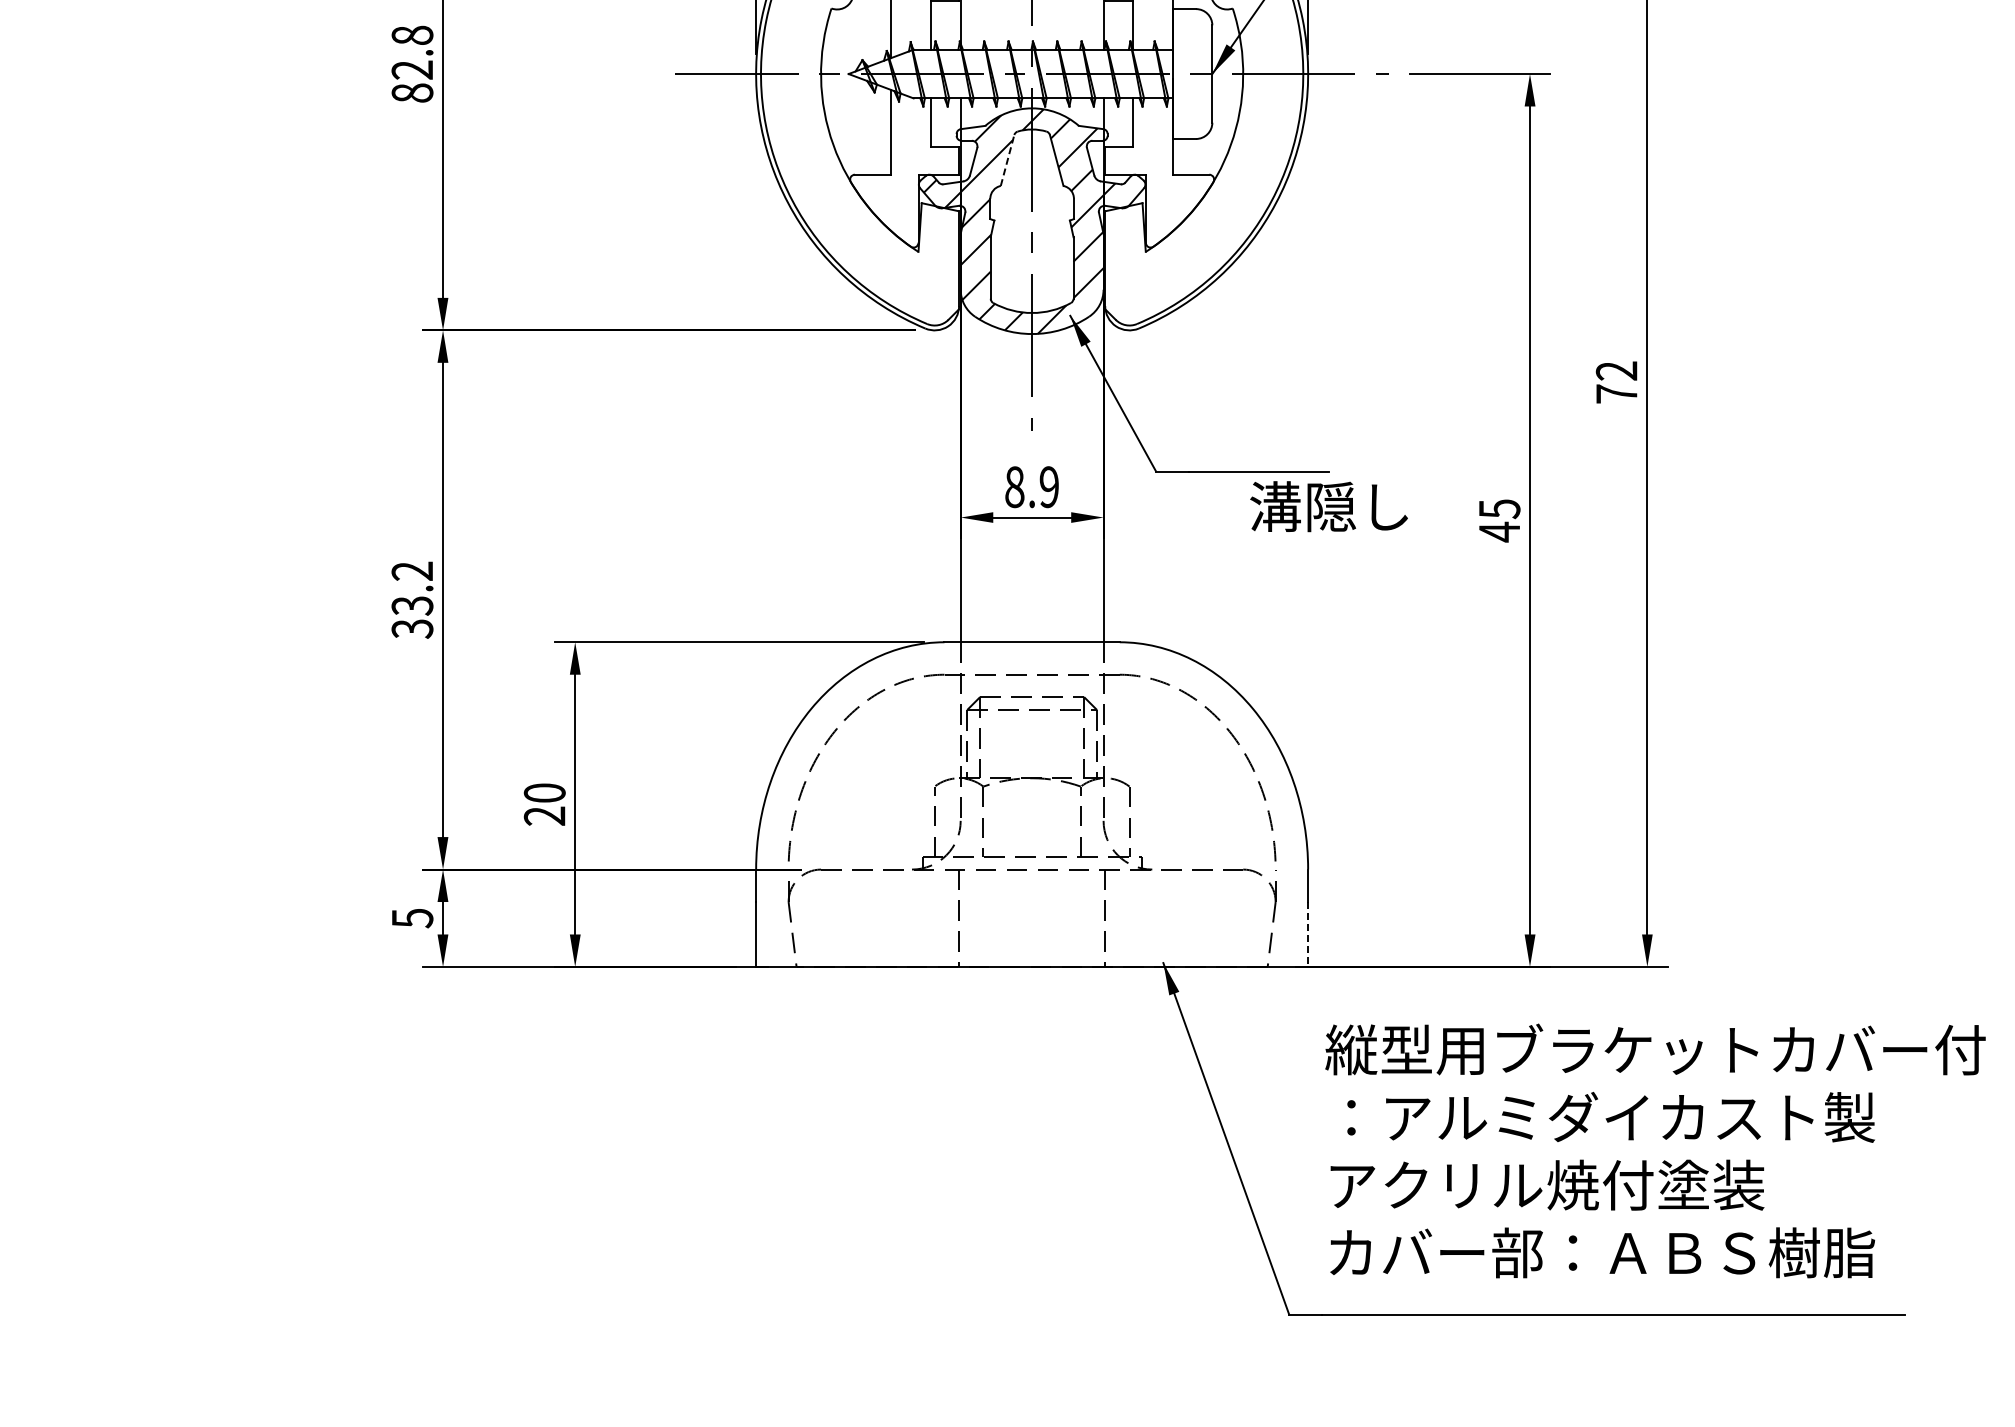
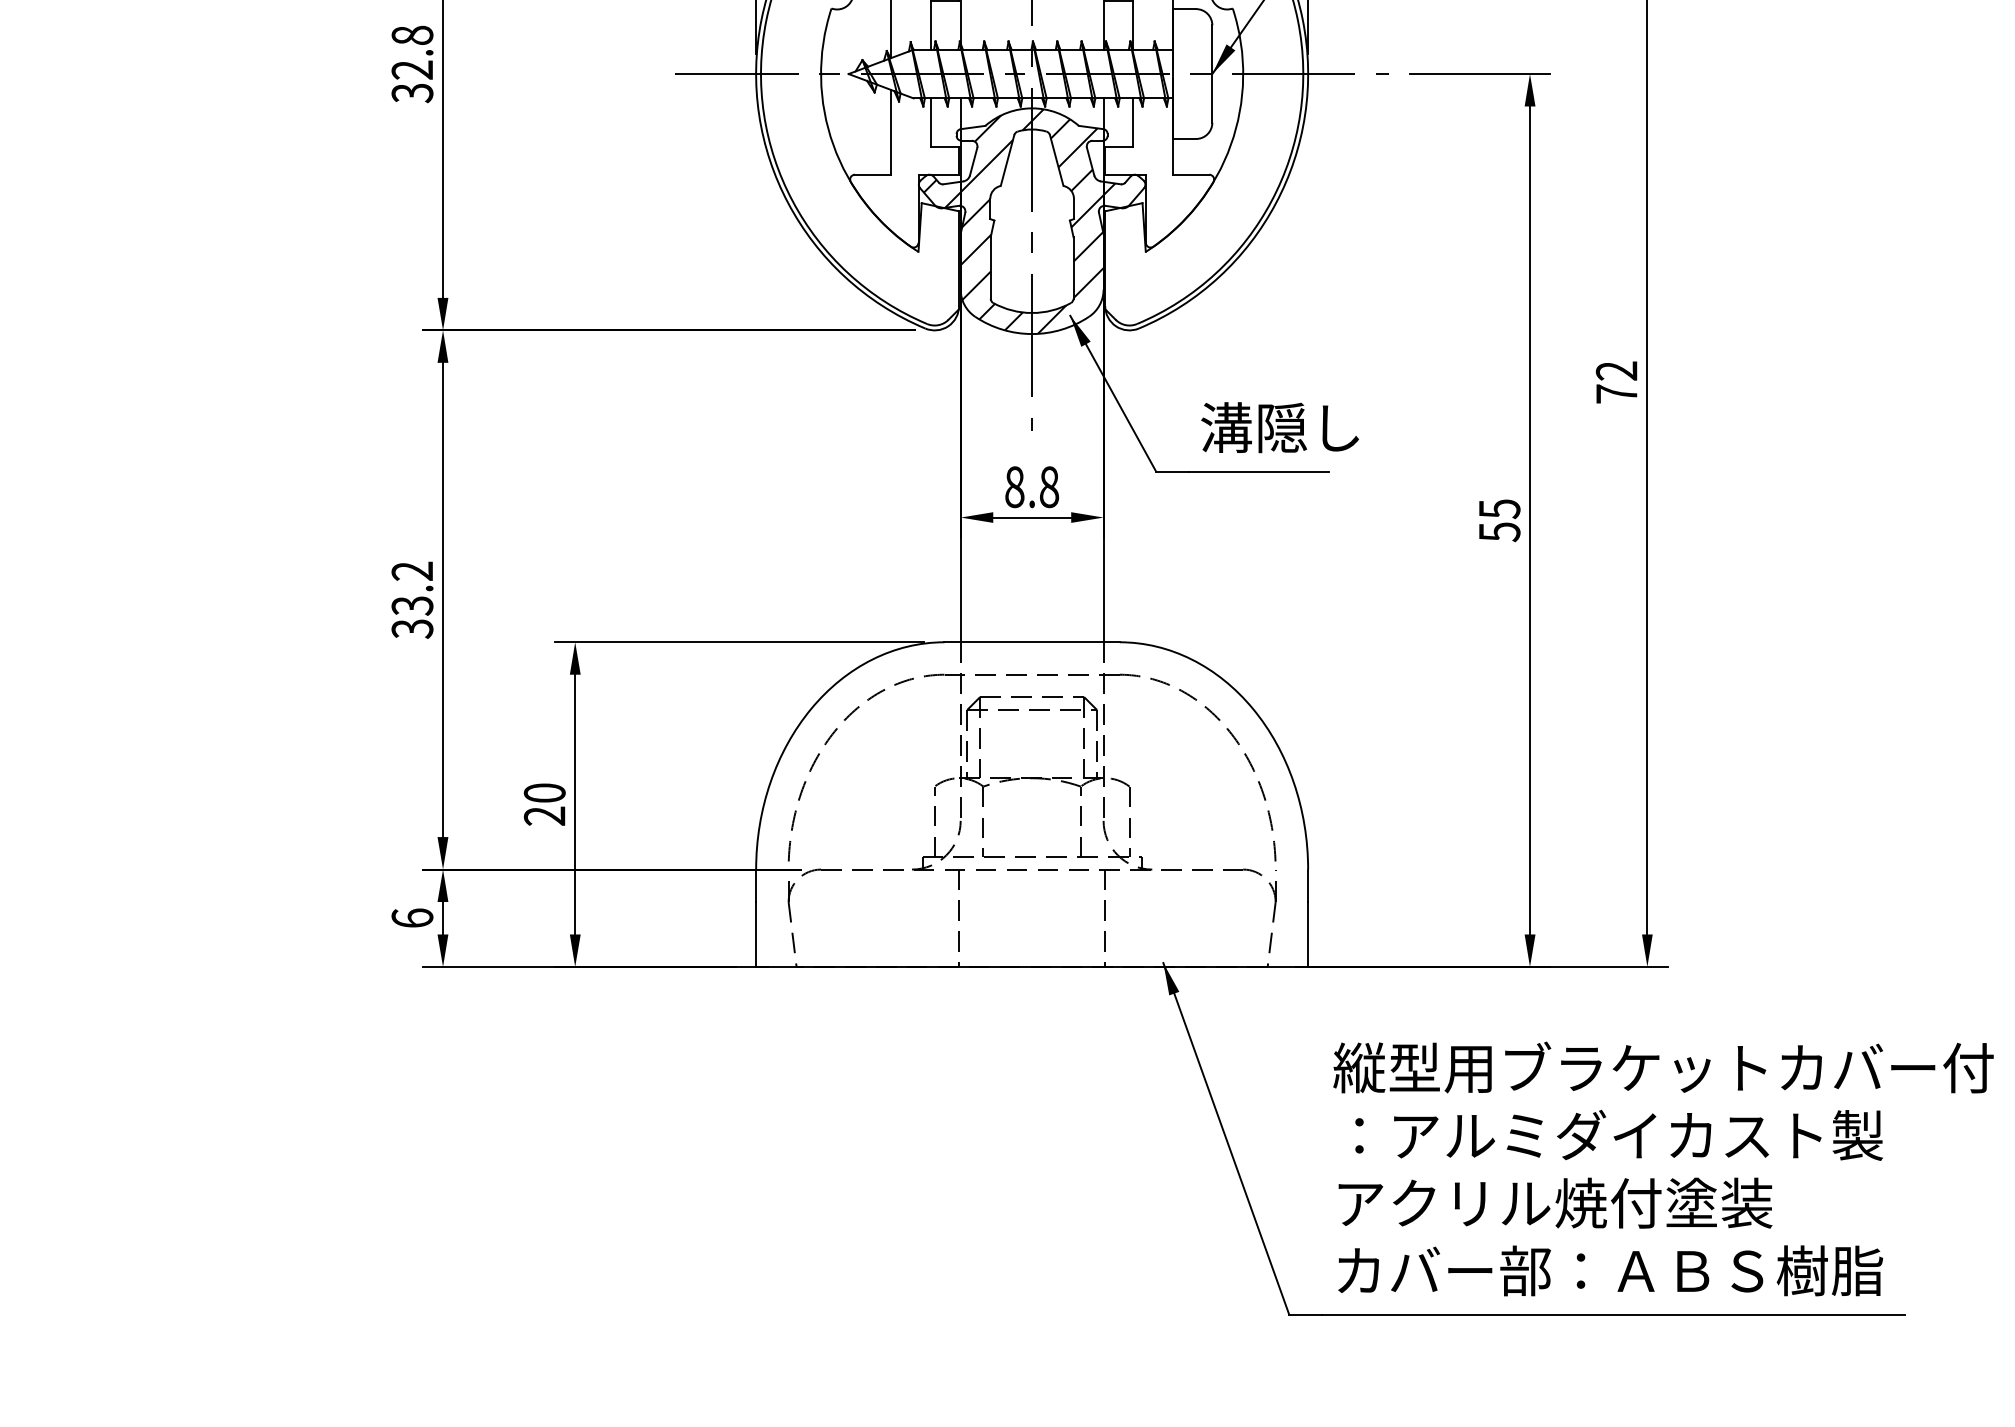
text at (412, 93): 82.8 -> 32.8
line at (1007, 160): dashed -> solid
text at (1049, 487): 8.9 -> 8.8
text at (1328, 506) position: (1328, 506) -> (1279, 427)
text at (1499, 531): 45 -> 55
text at (412, 918): 5 -> 6
line at (1308, 935): dashed -> solid
text at (1655, 1150) position: (1655, 1150) -> (1663, 1168)
